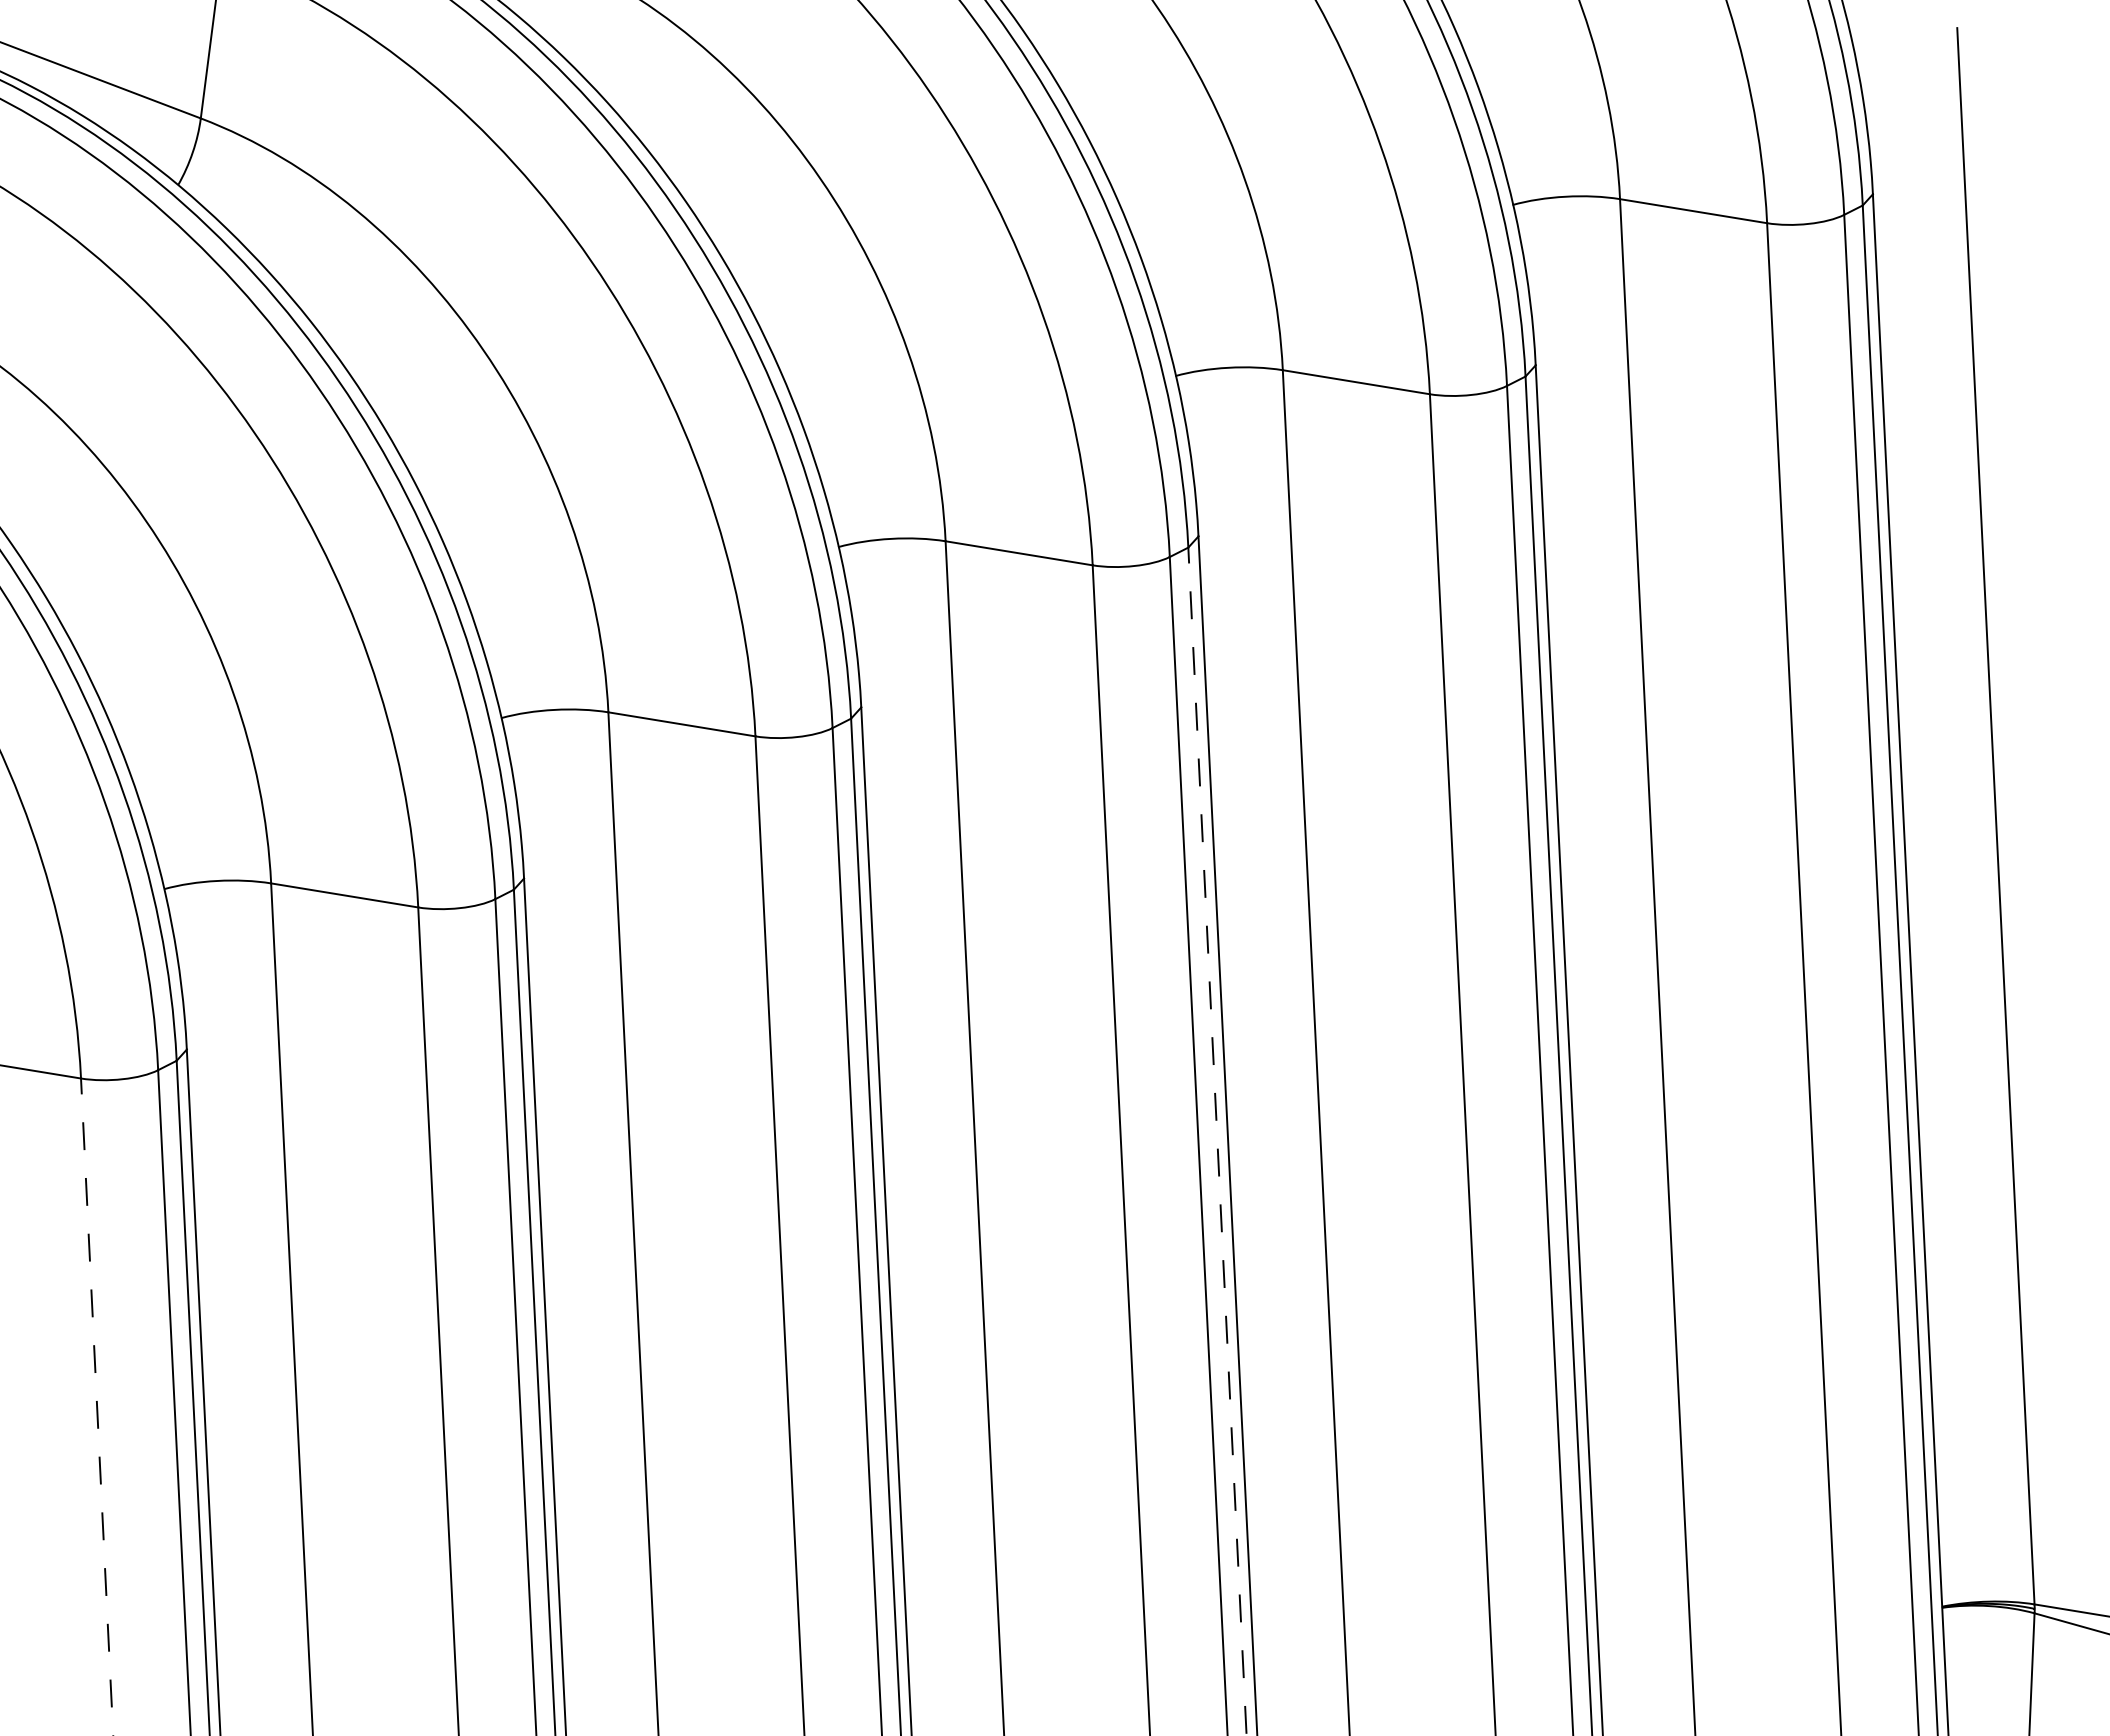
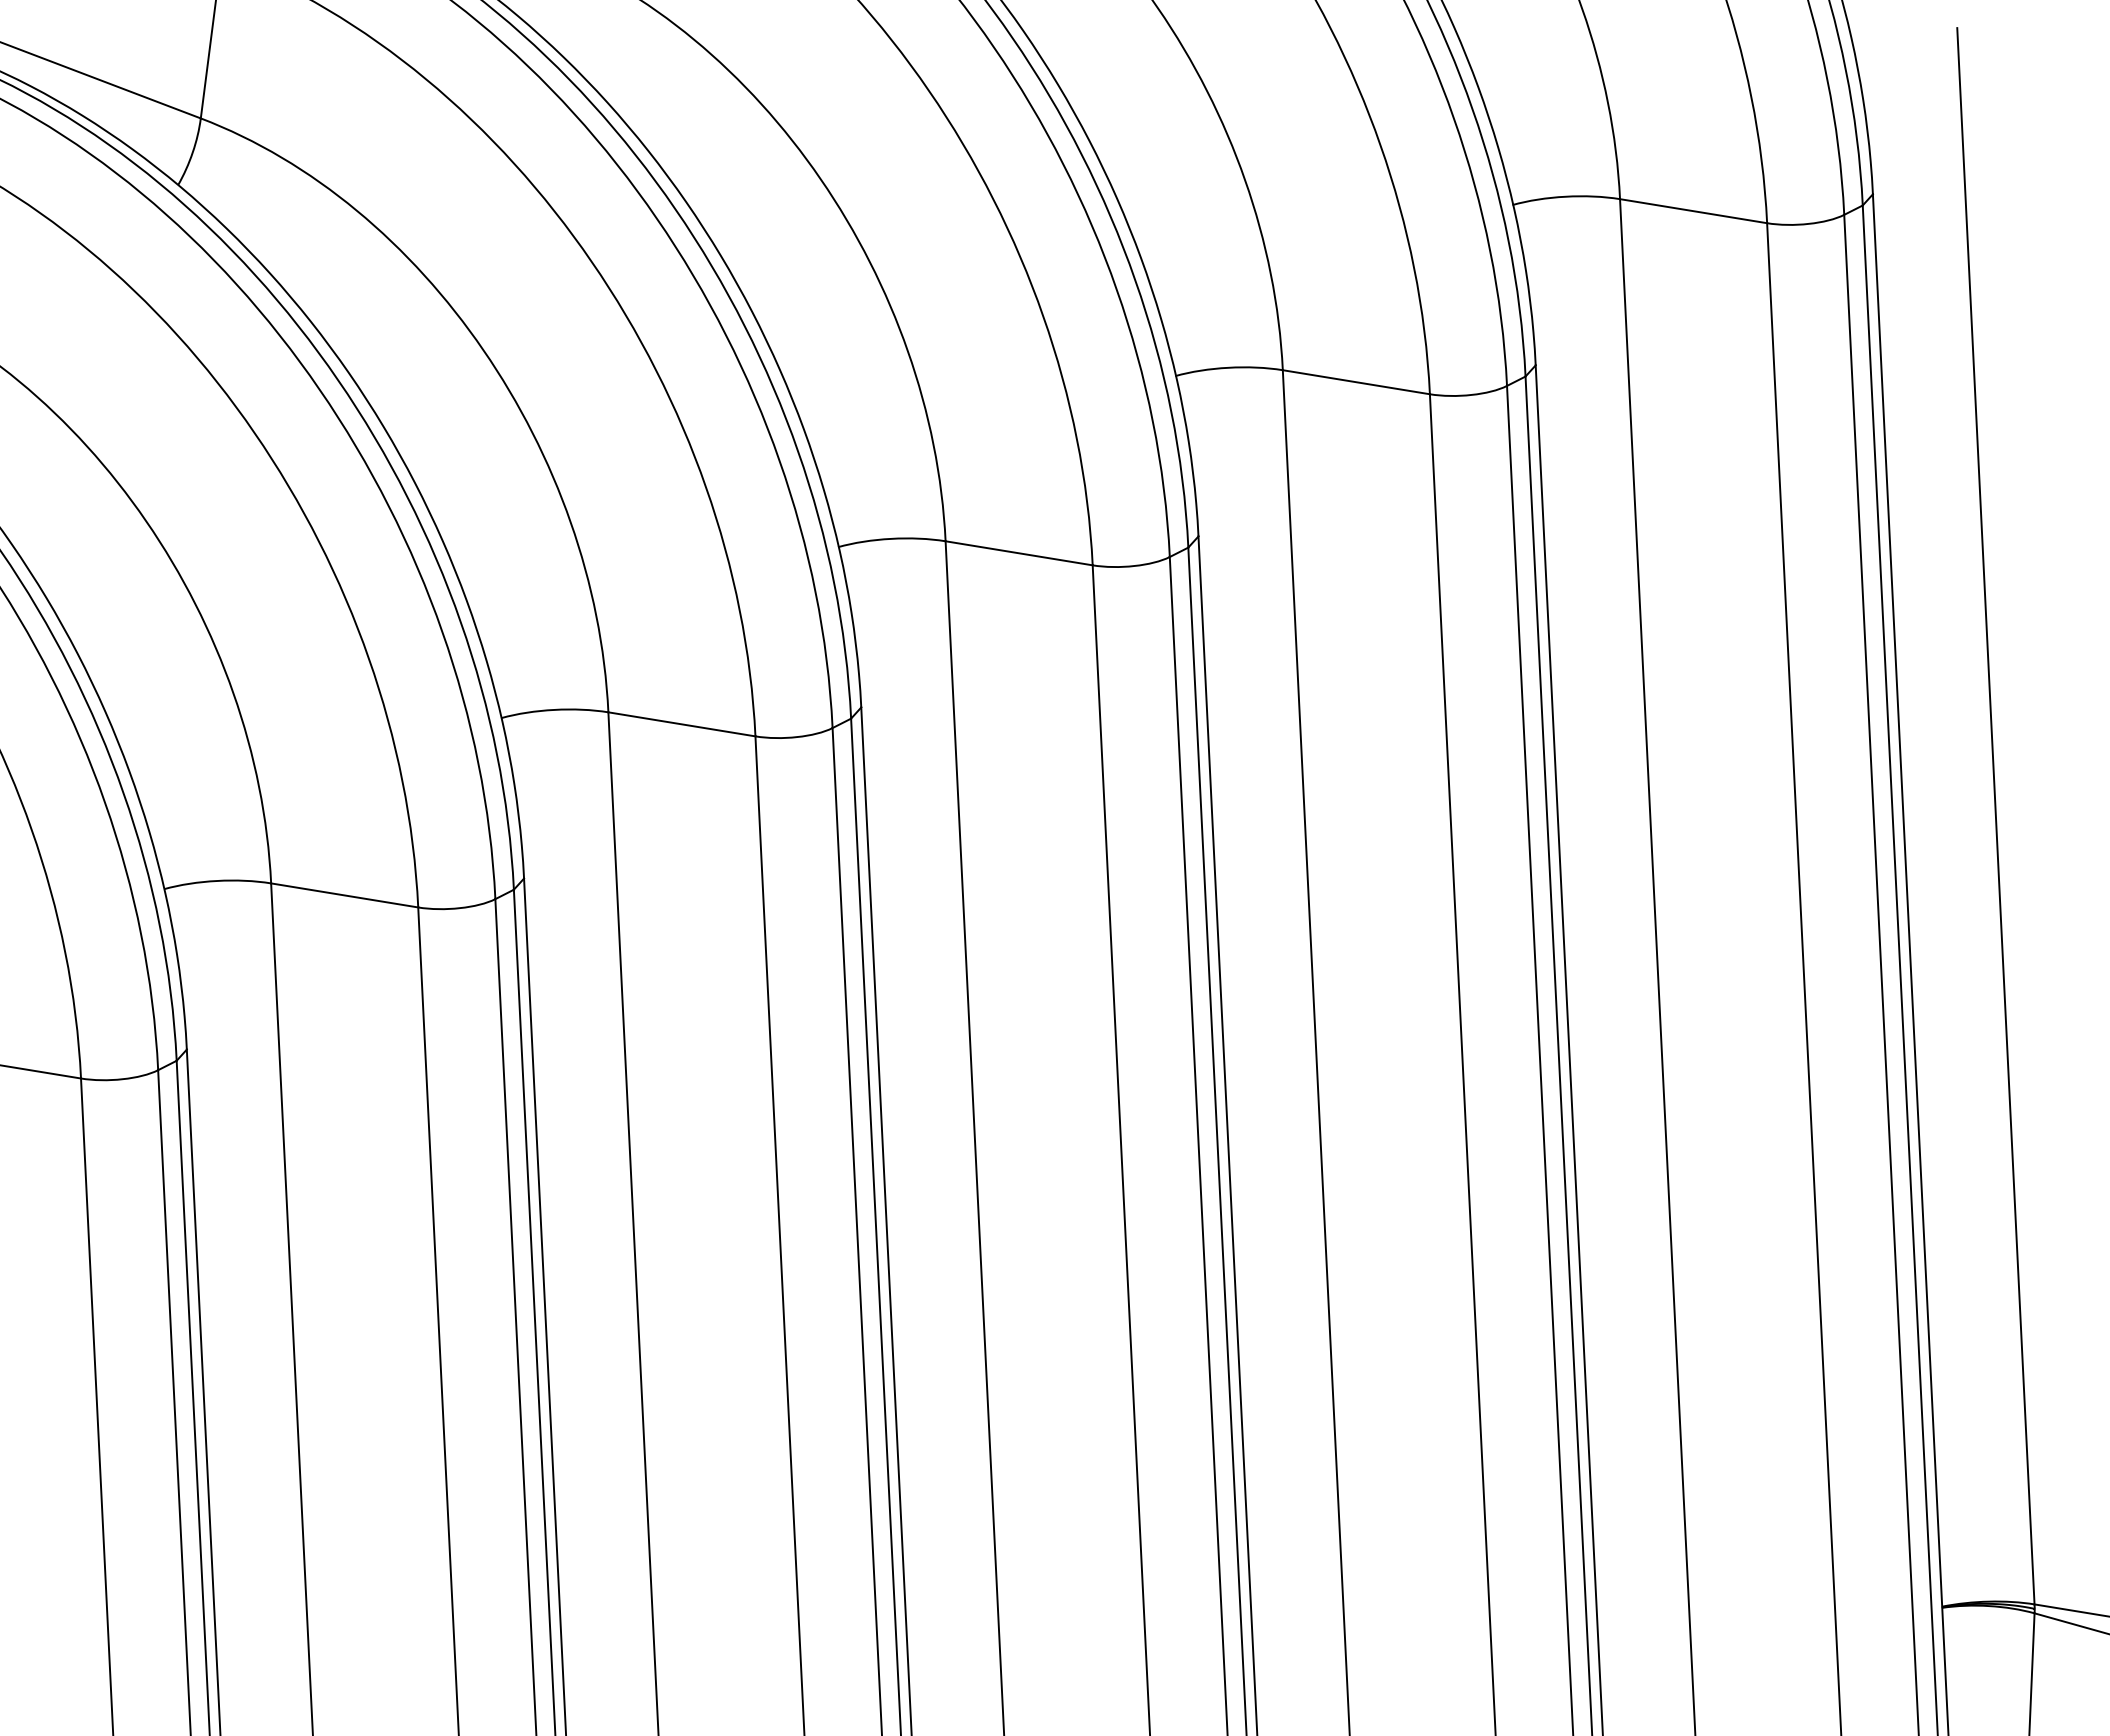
line at (1217, 1141): dashed -> solid
line at (97, 1406): dashed -> solid
